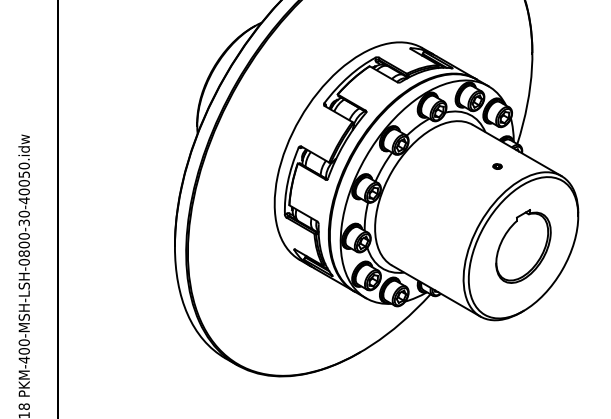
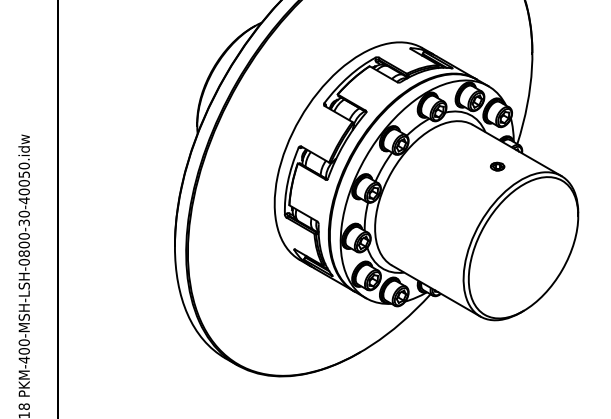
part at (497, 166) size: 11x7 px -> 16x11 px
part at (523, 246): present -> none
